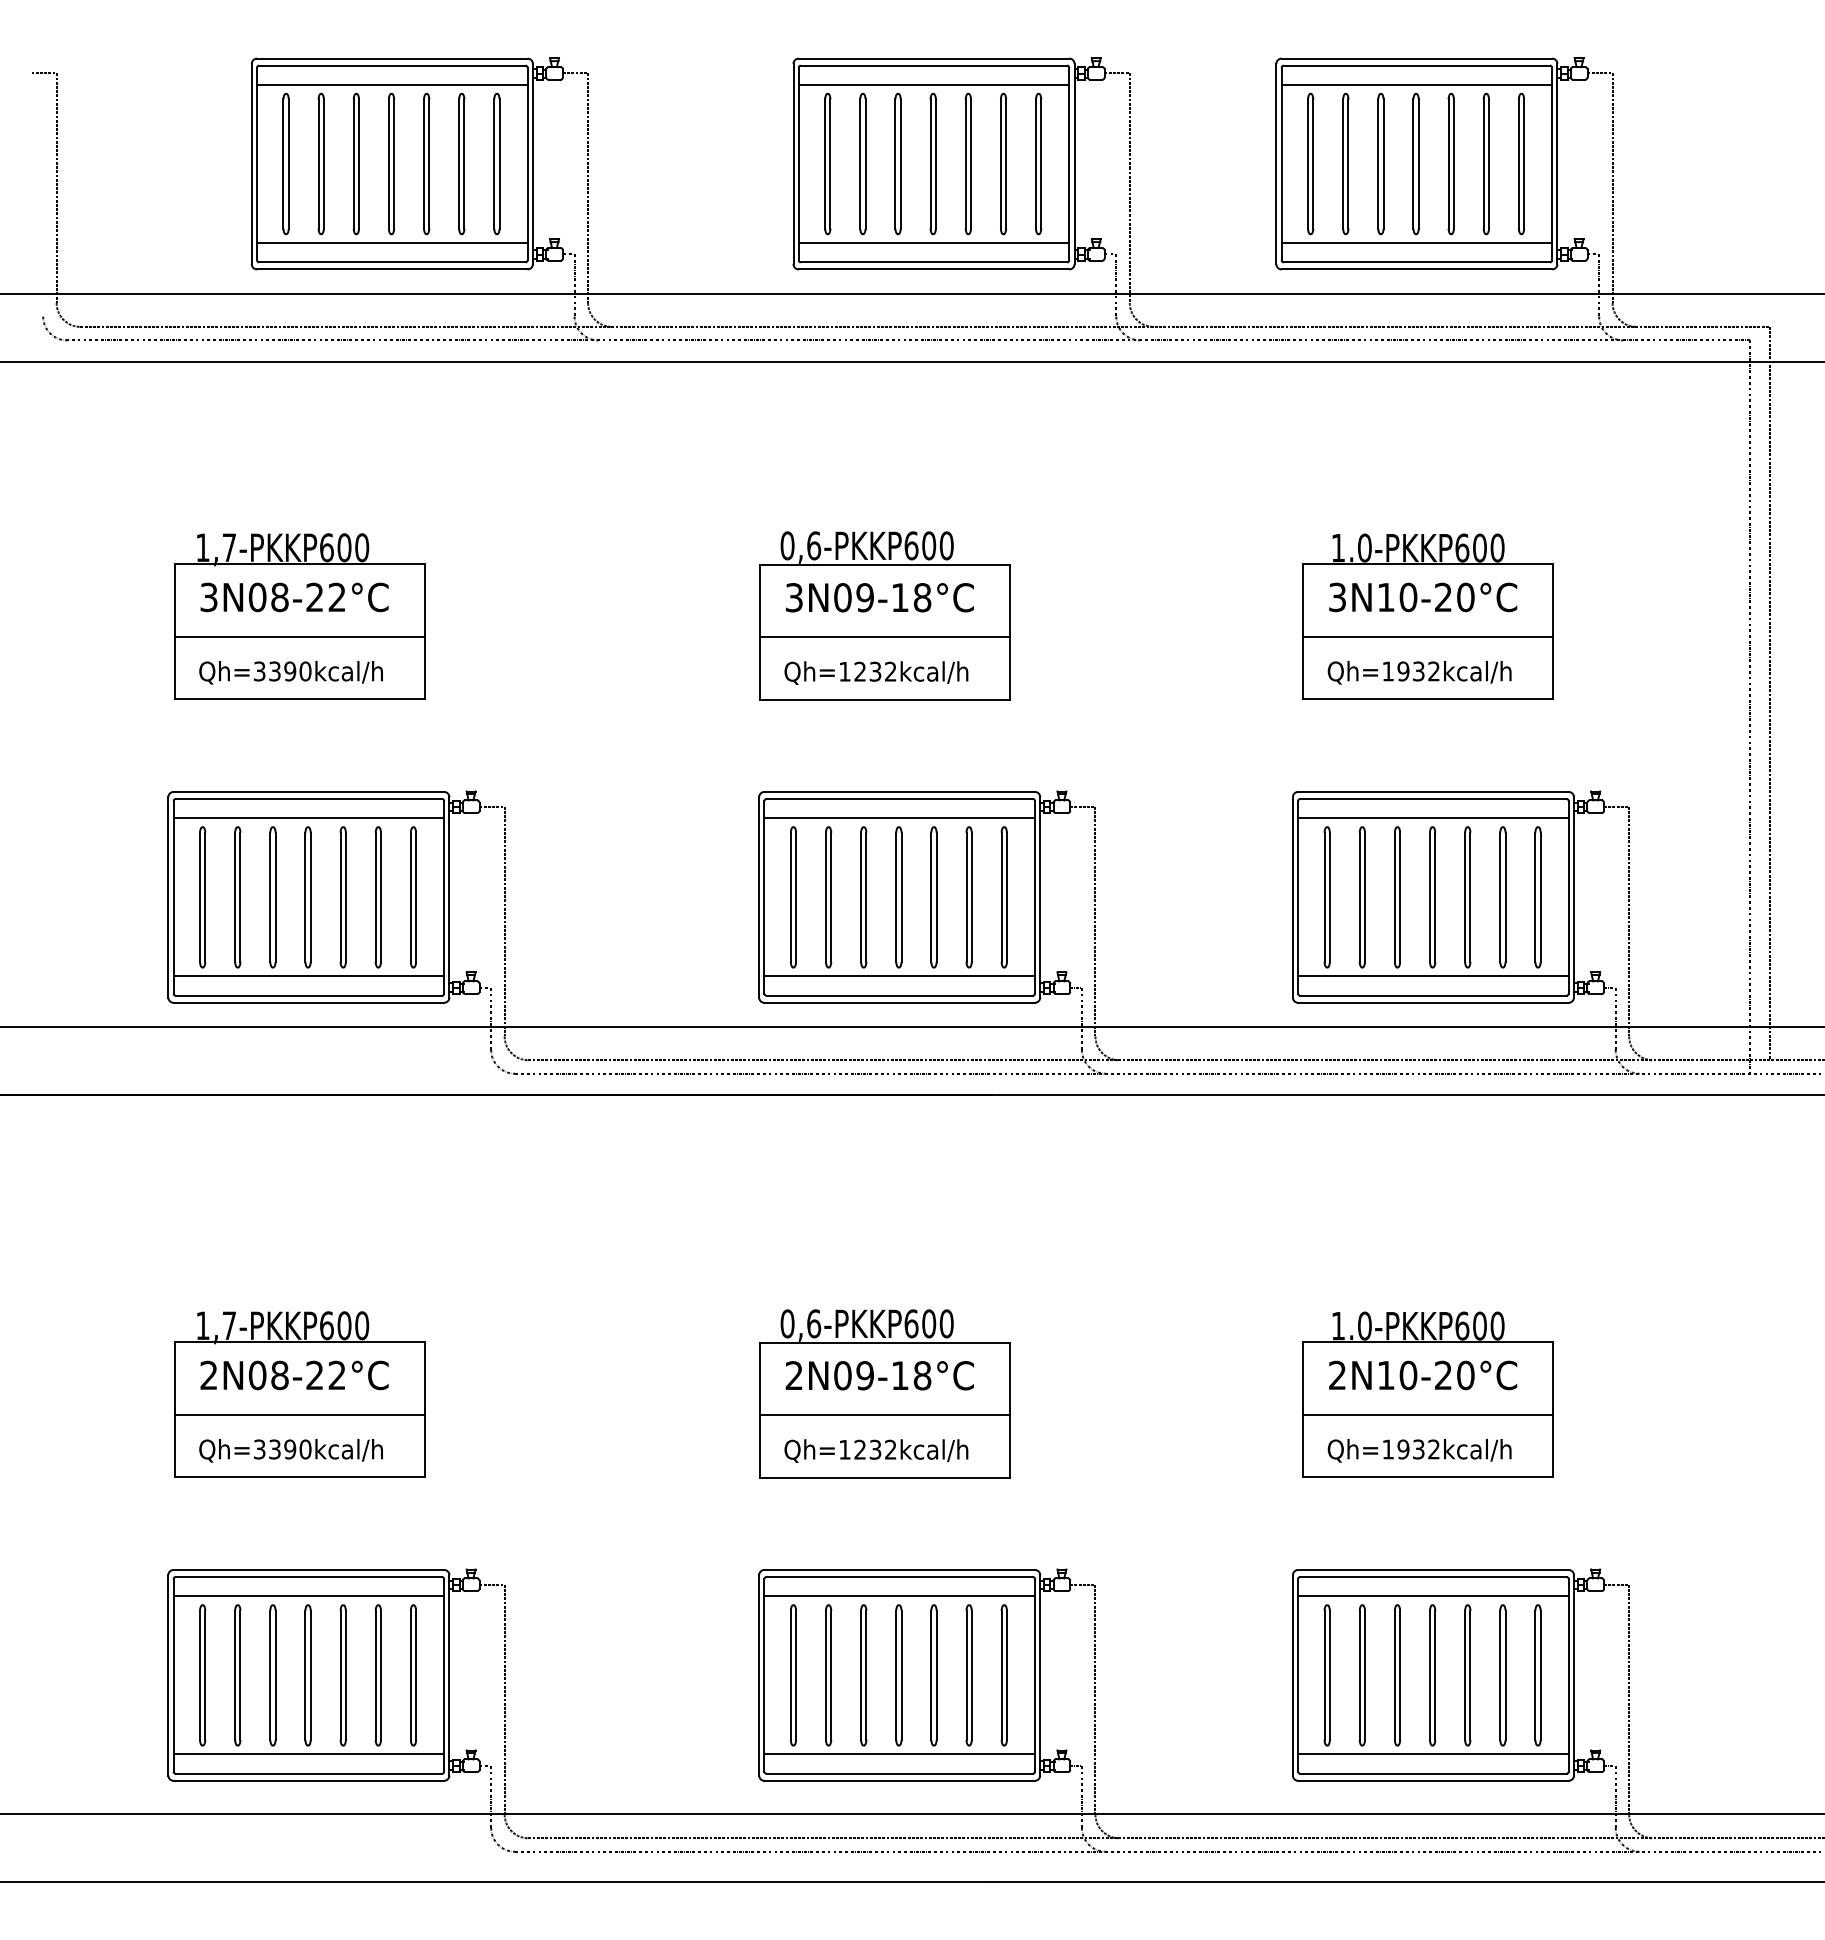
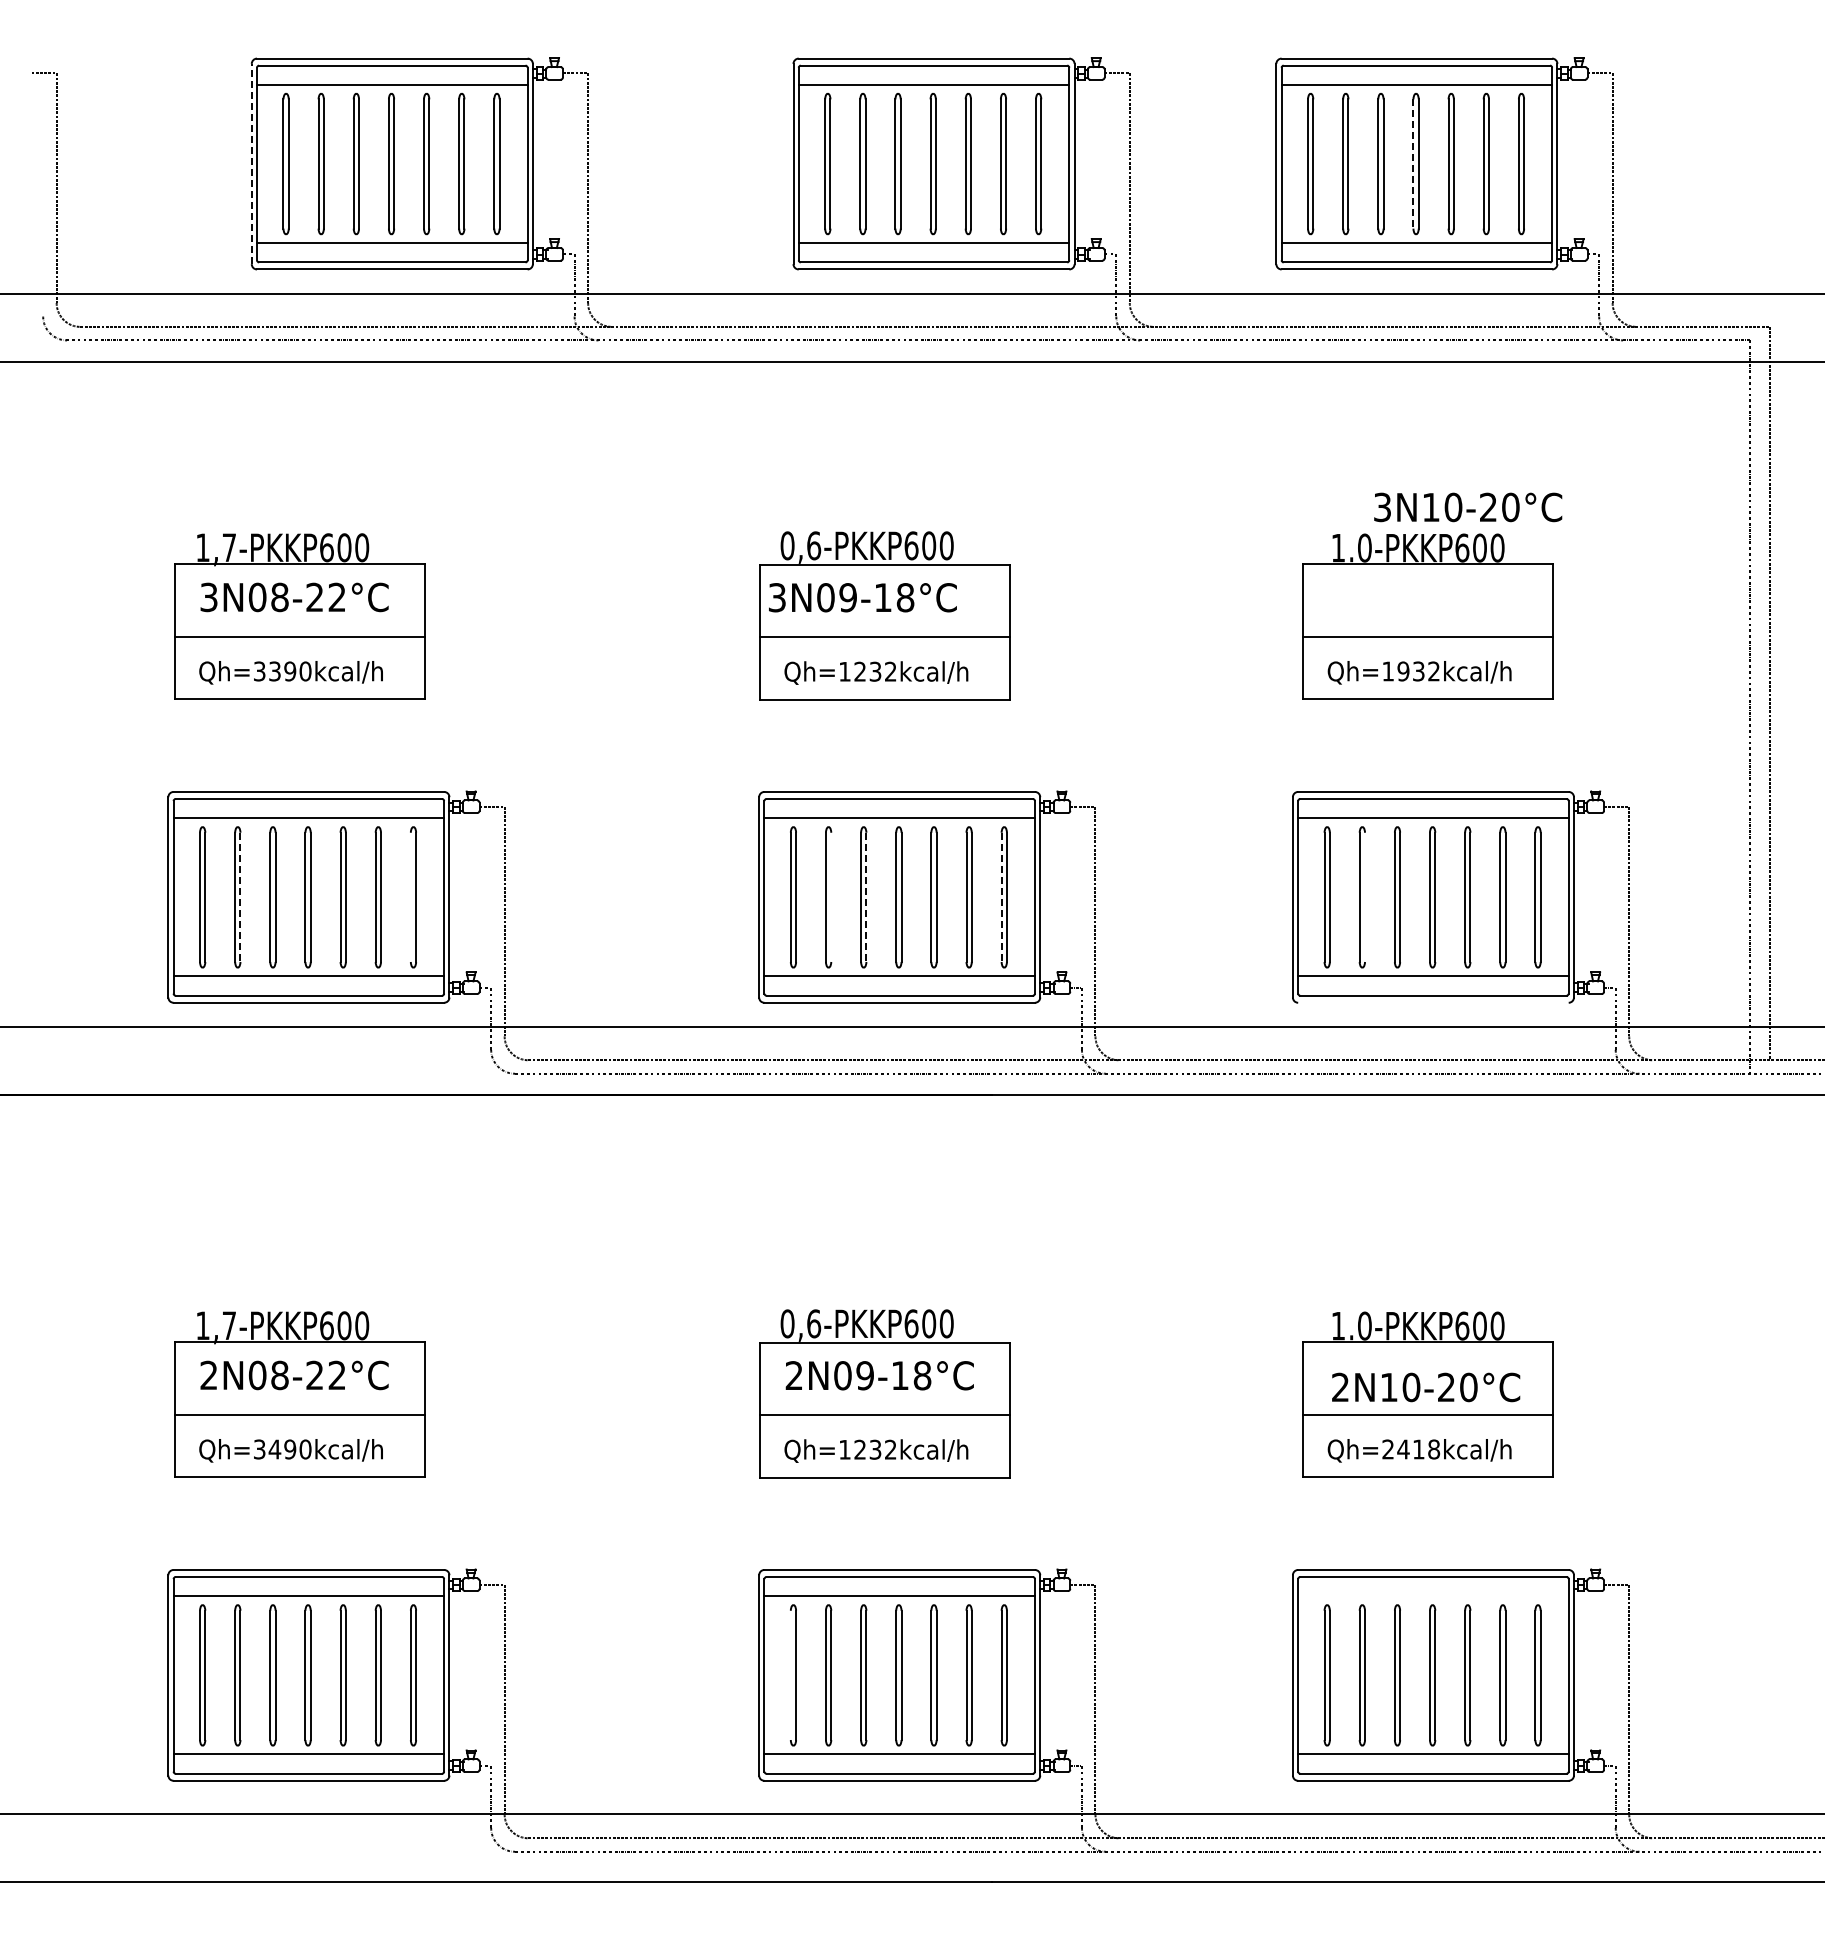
line at (251, 163): solid -> dashed
line at (1413, 164): solid -> dashed
text at (879, 597) position: (879, 597) -> (862, 597)
text at (1423, 597) position: (1423, 597) -> (1468, 507)
line at (410, 896): present -> none
line at (831, 896): present -> none
line at (1365, 896): present -> none
line at (240, 897): solid -> dashed
line at (866, 897): solid -> dashed
line at (1001, 897): solid -> dashed
line at (1433, 1002): present -> none
text at (1423, 1375) position: (1423, 1375) -> (1426, 1387)
text at (274, 1449): Qh=3390kcal/h -> Qh=3490kcal/h
text at (1411, 1449): Qh=1932kcal/h -> Qh=2418kcal/h
line at (1433, 1596): present -> none
line at (790, 1674): present -> none
